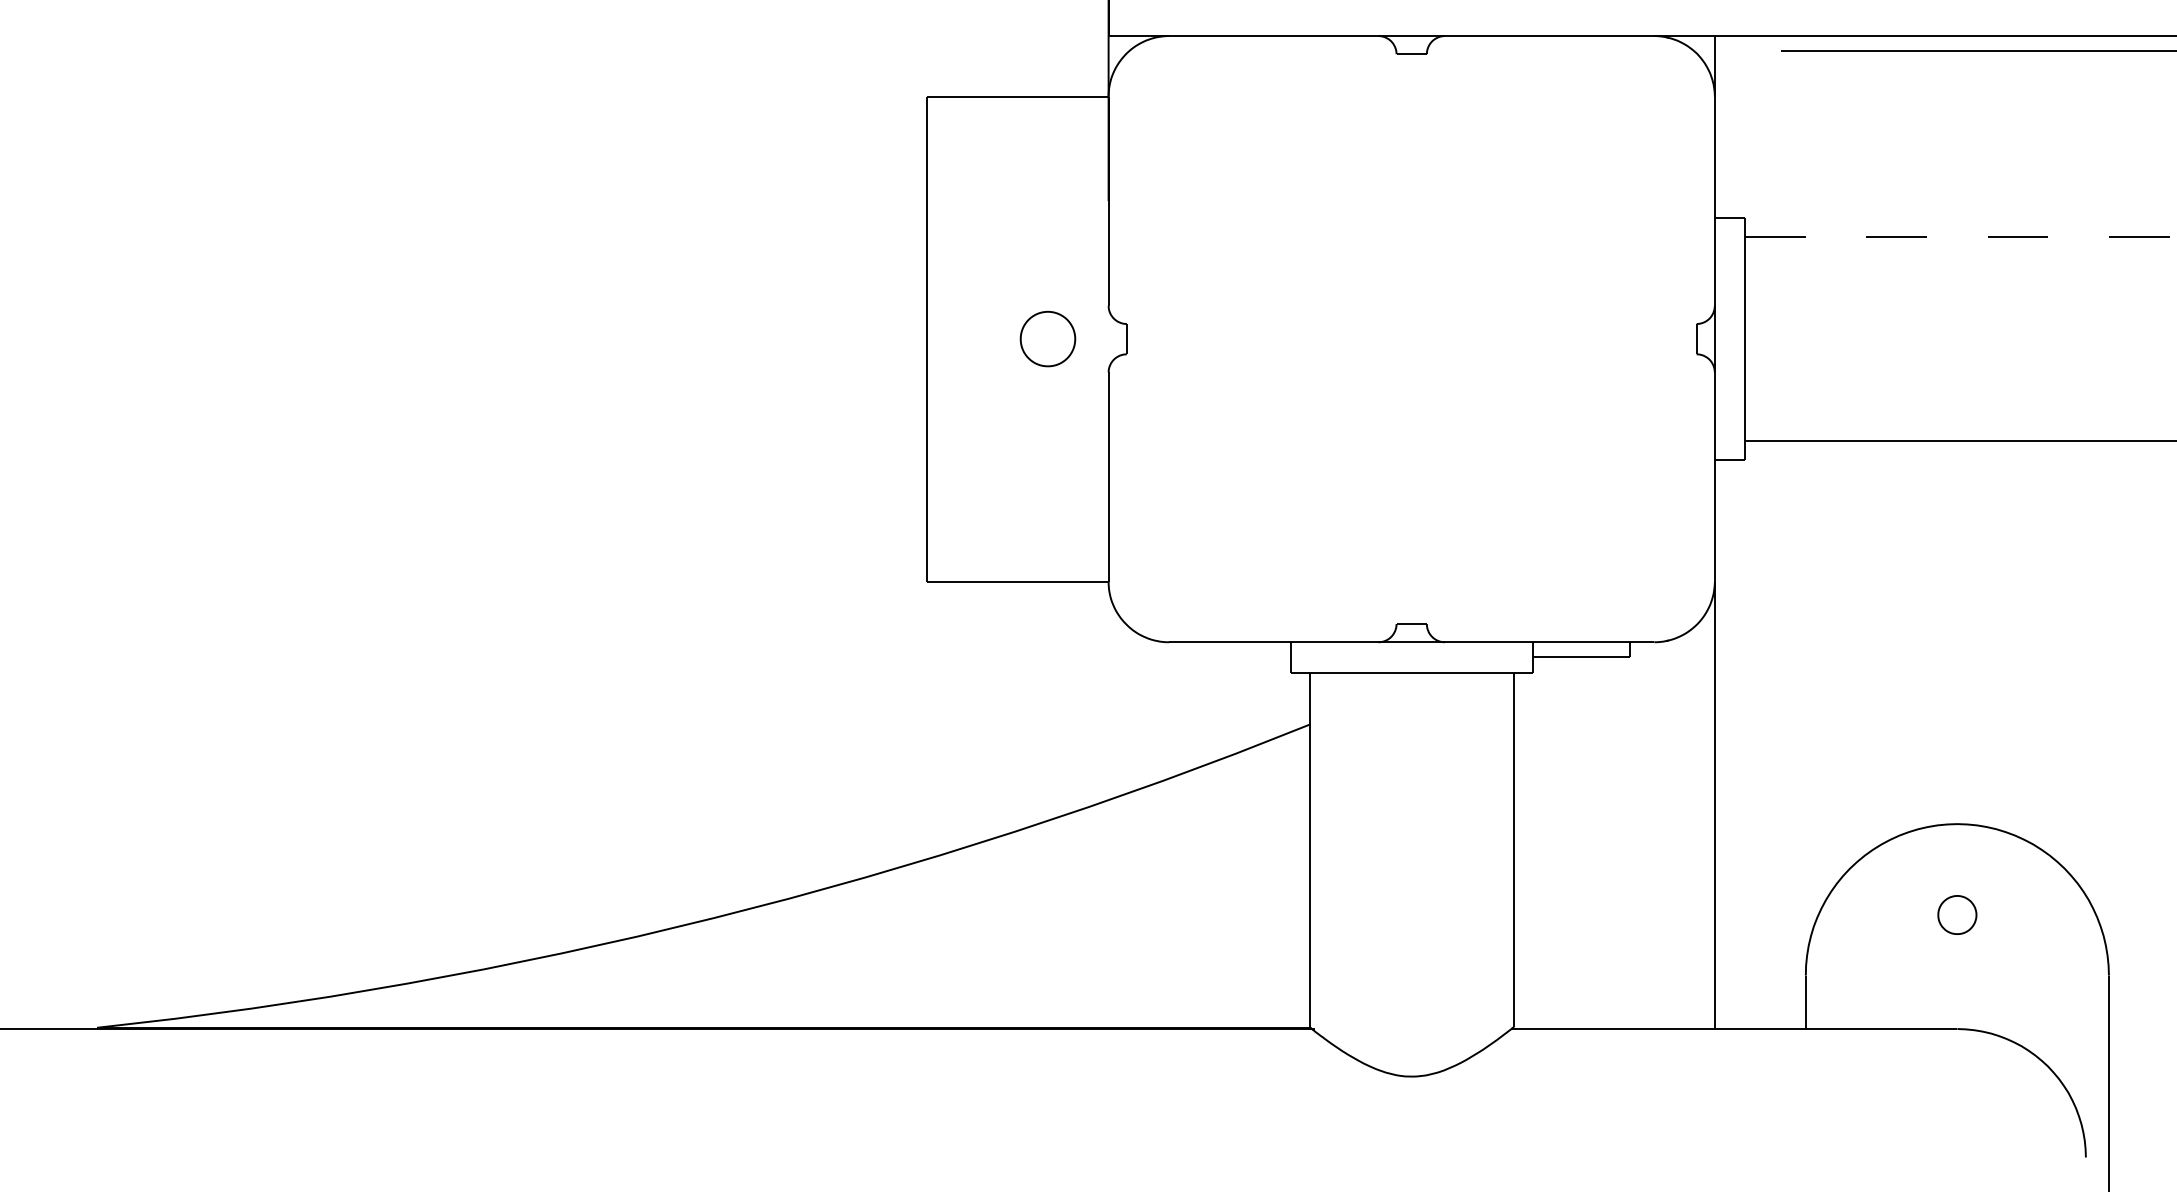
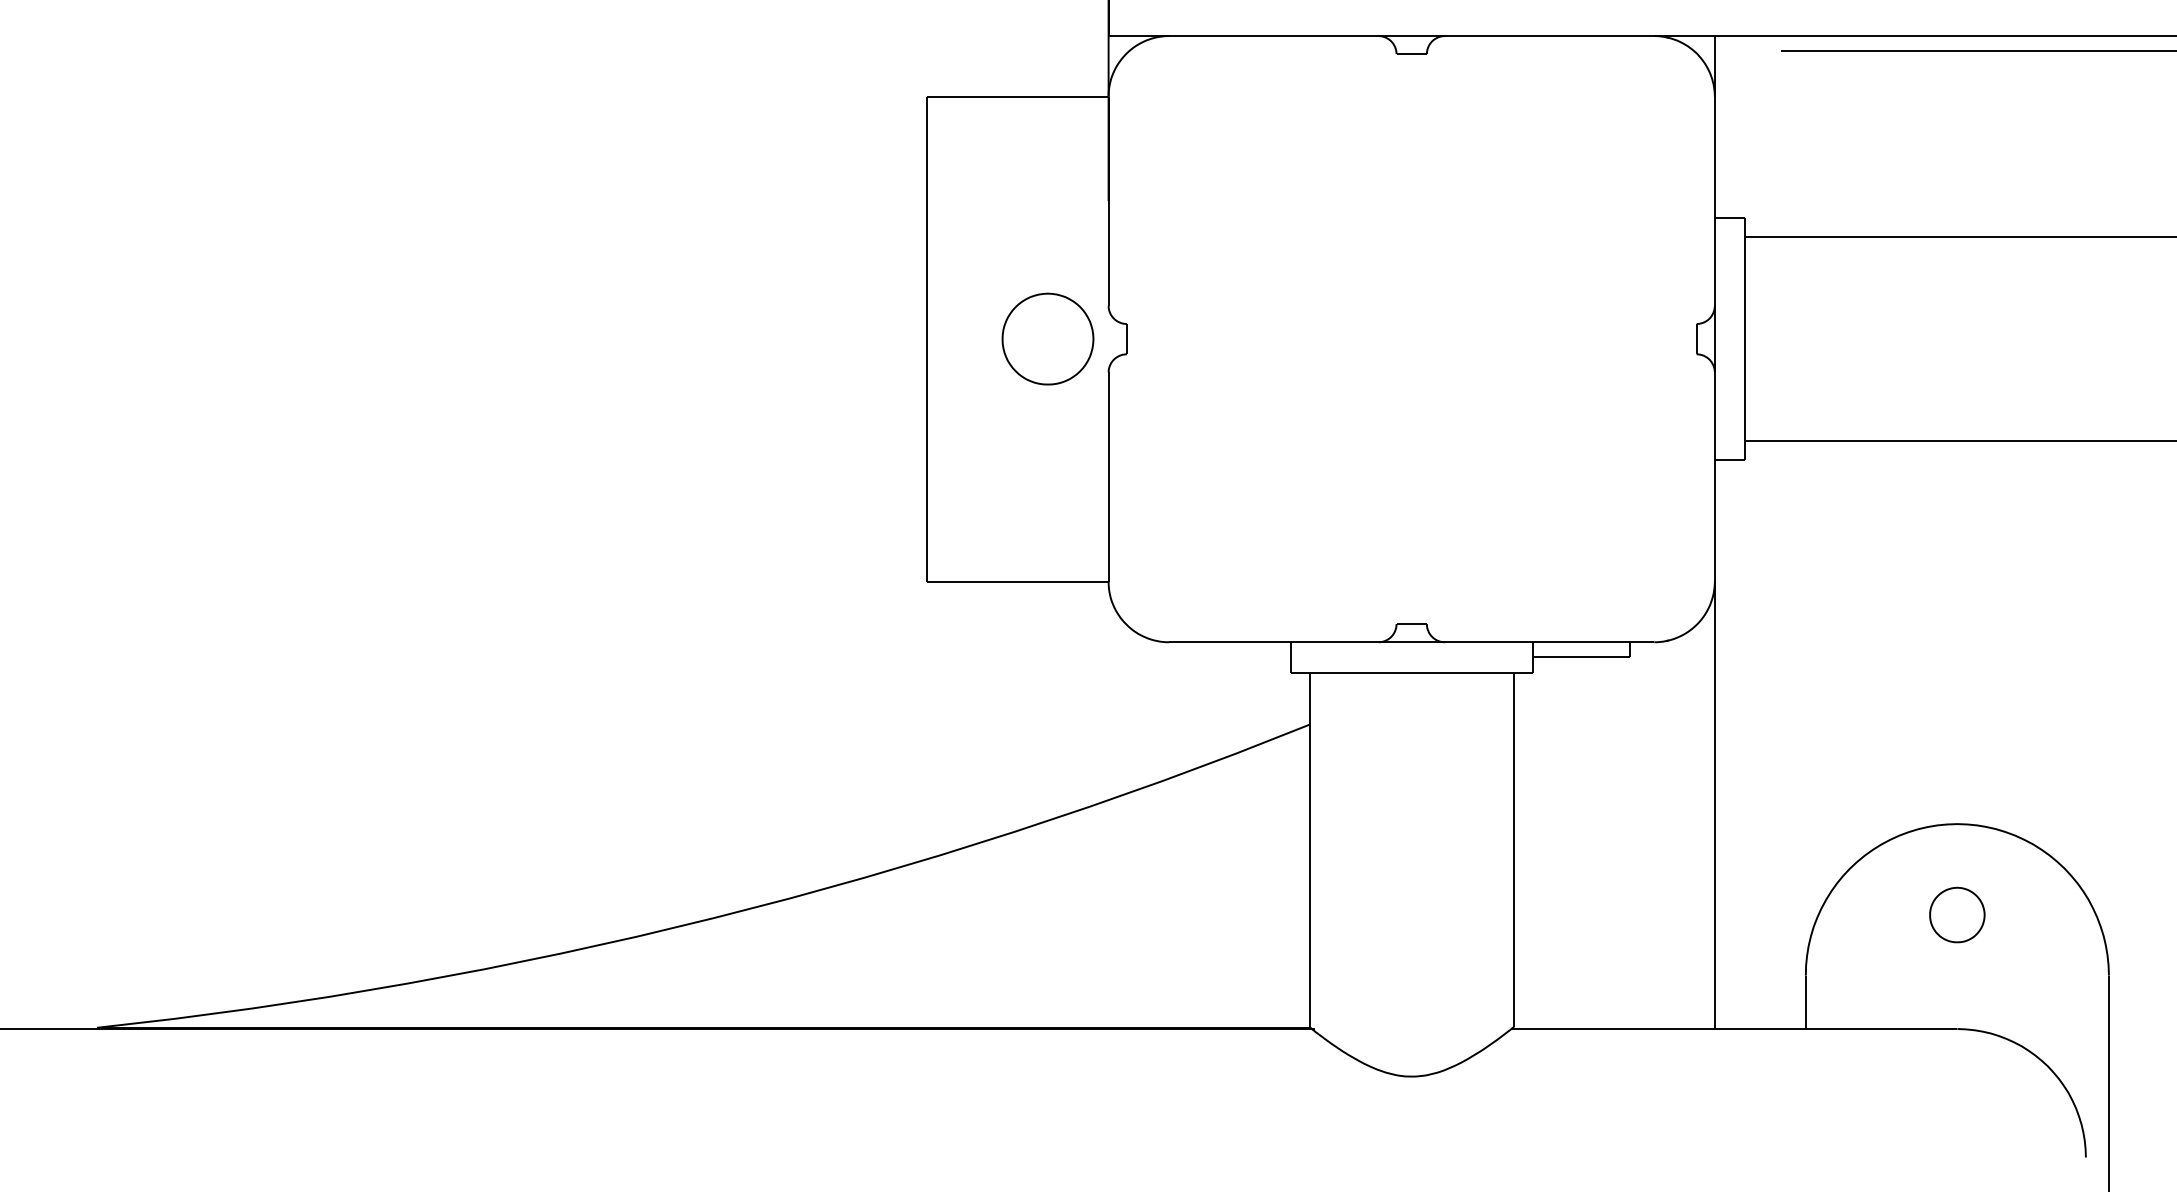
line at (1960, 236): dashed -> solid
part at (1047, 338) size: 58x58 px -> 94x94 px
part at (1957, 914) size: 41x40 px -> 57x58 px
